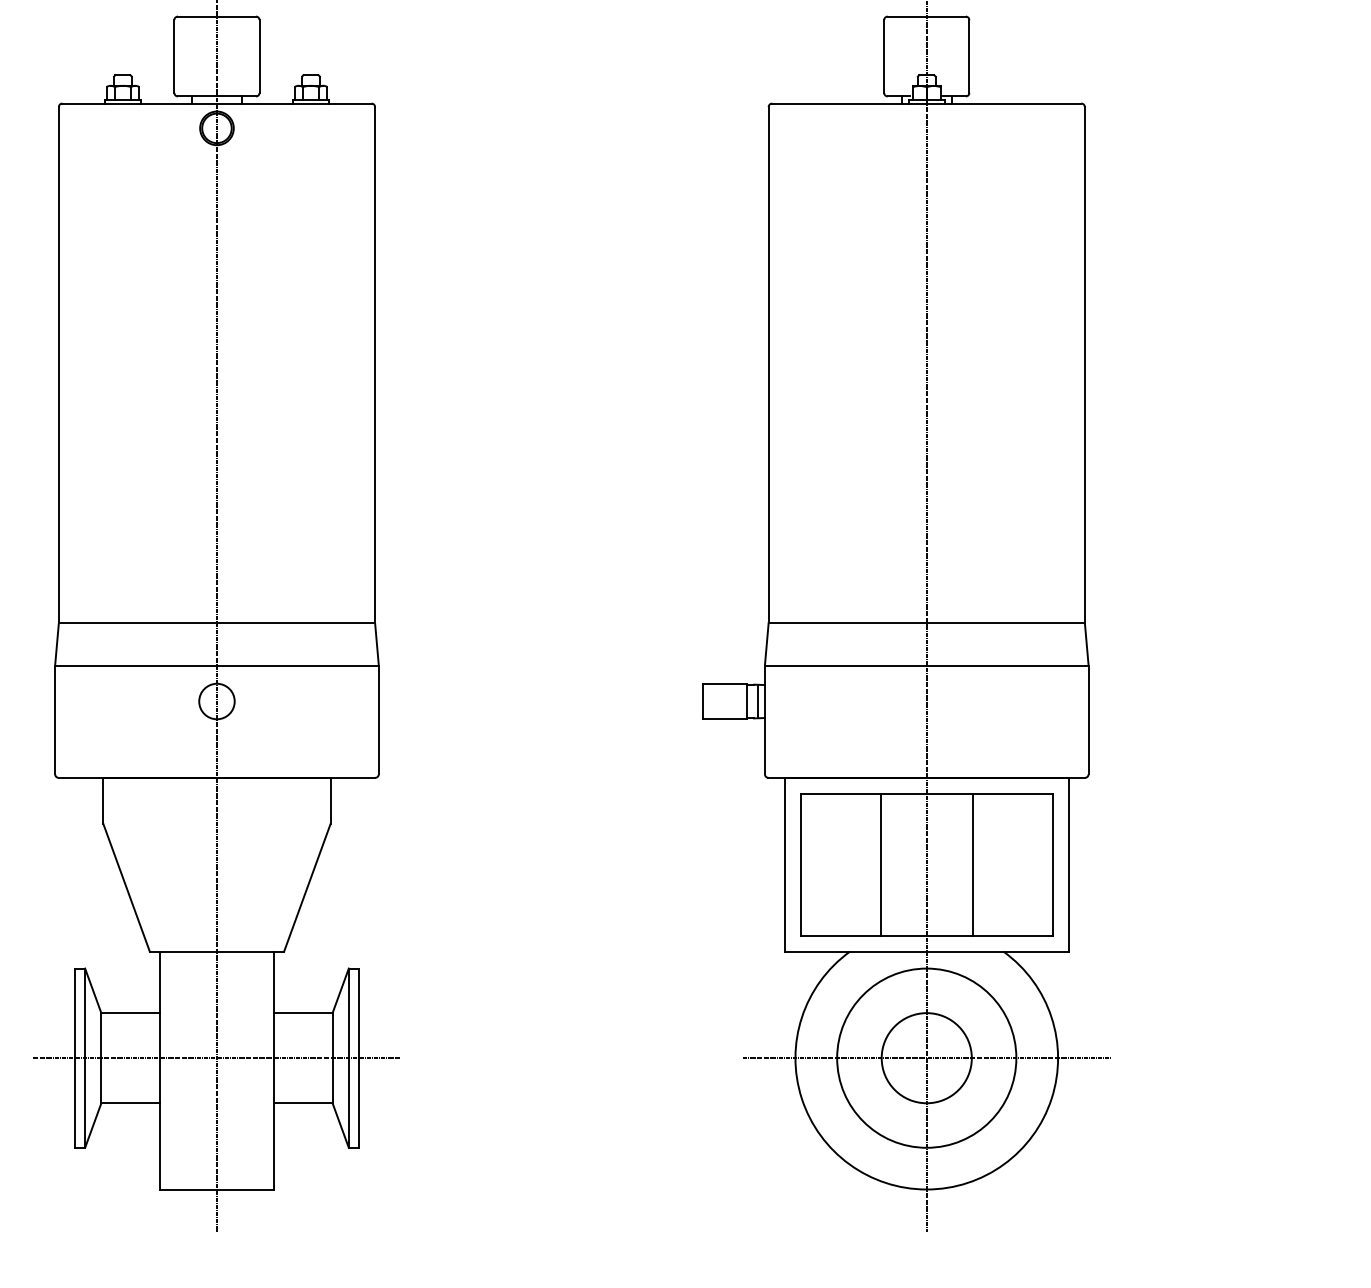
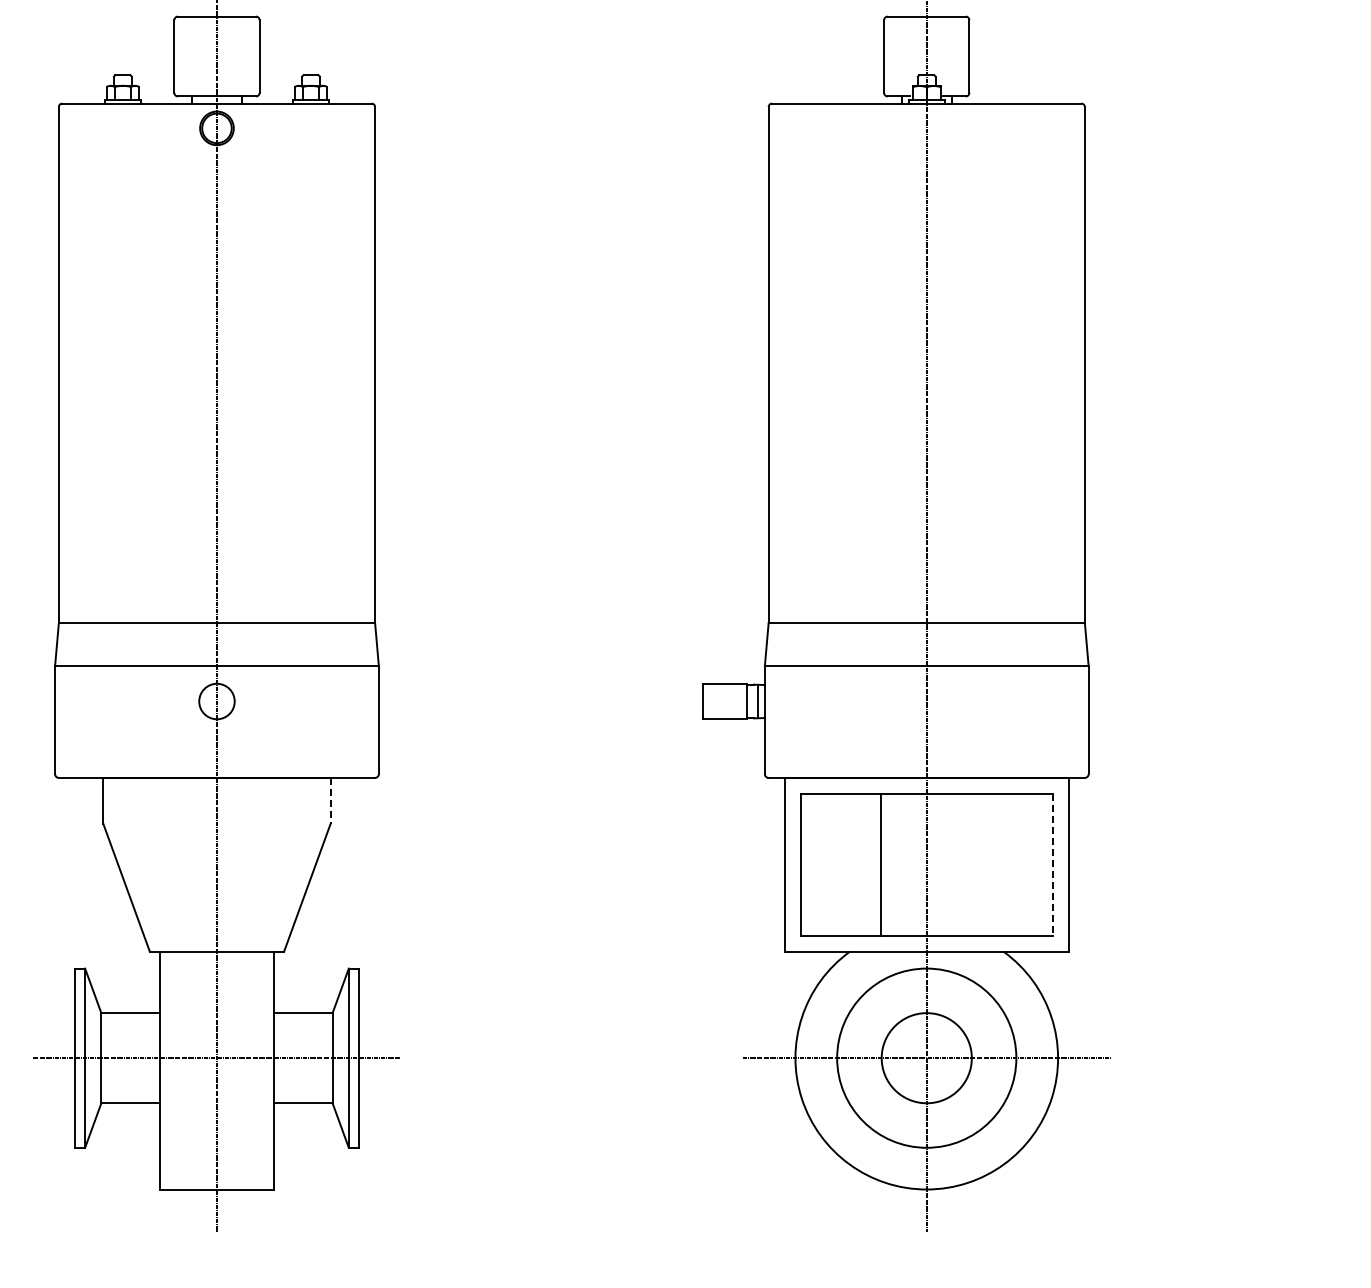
line at (330, 801): solid -> dashed
line at (972, 864): present -> none
line at (1052, 864): solid -> dashed
